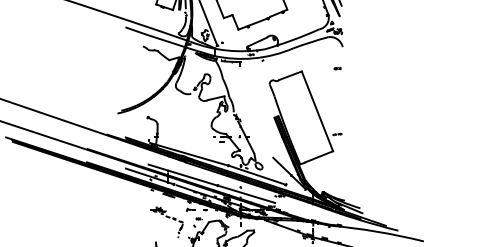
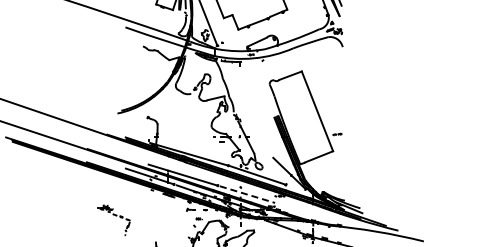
part at (337, 68): present -> none
line at (247, 194): solid -> dashed
part at (166, 222) position: (166, 222) -> (113, 220)
